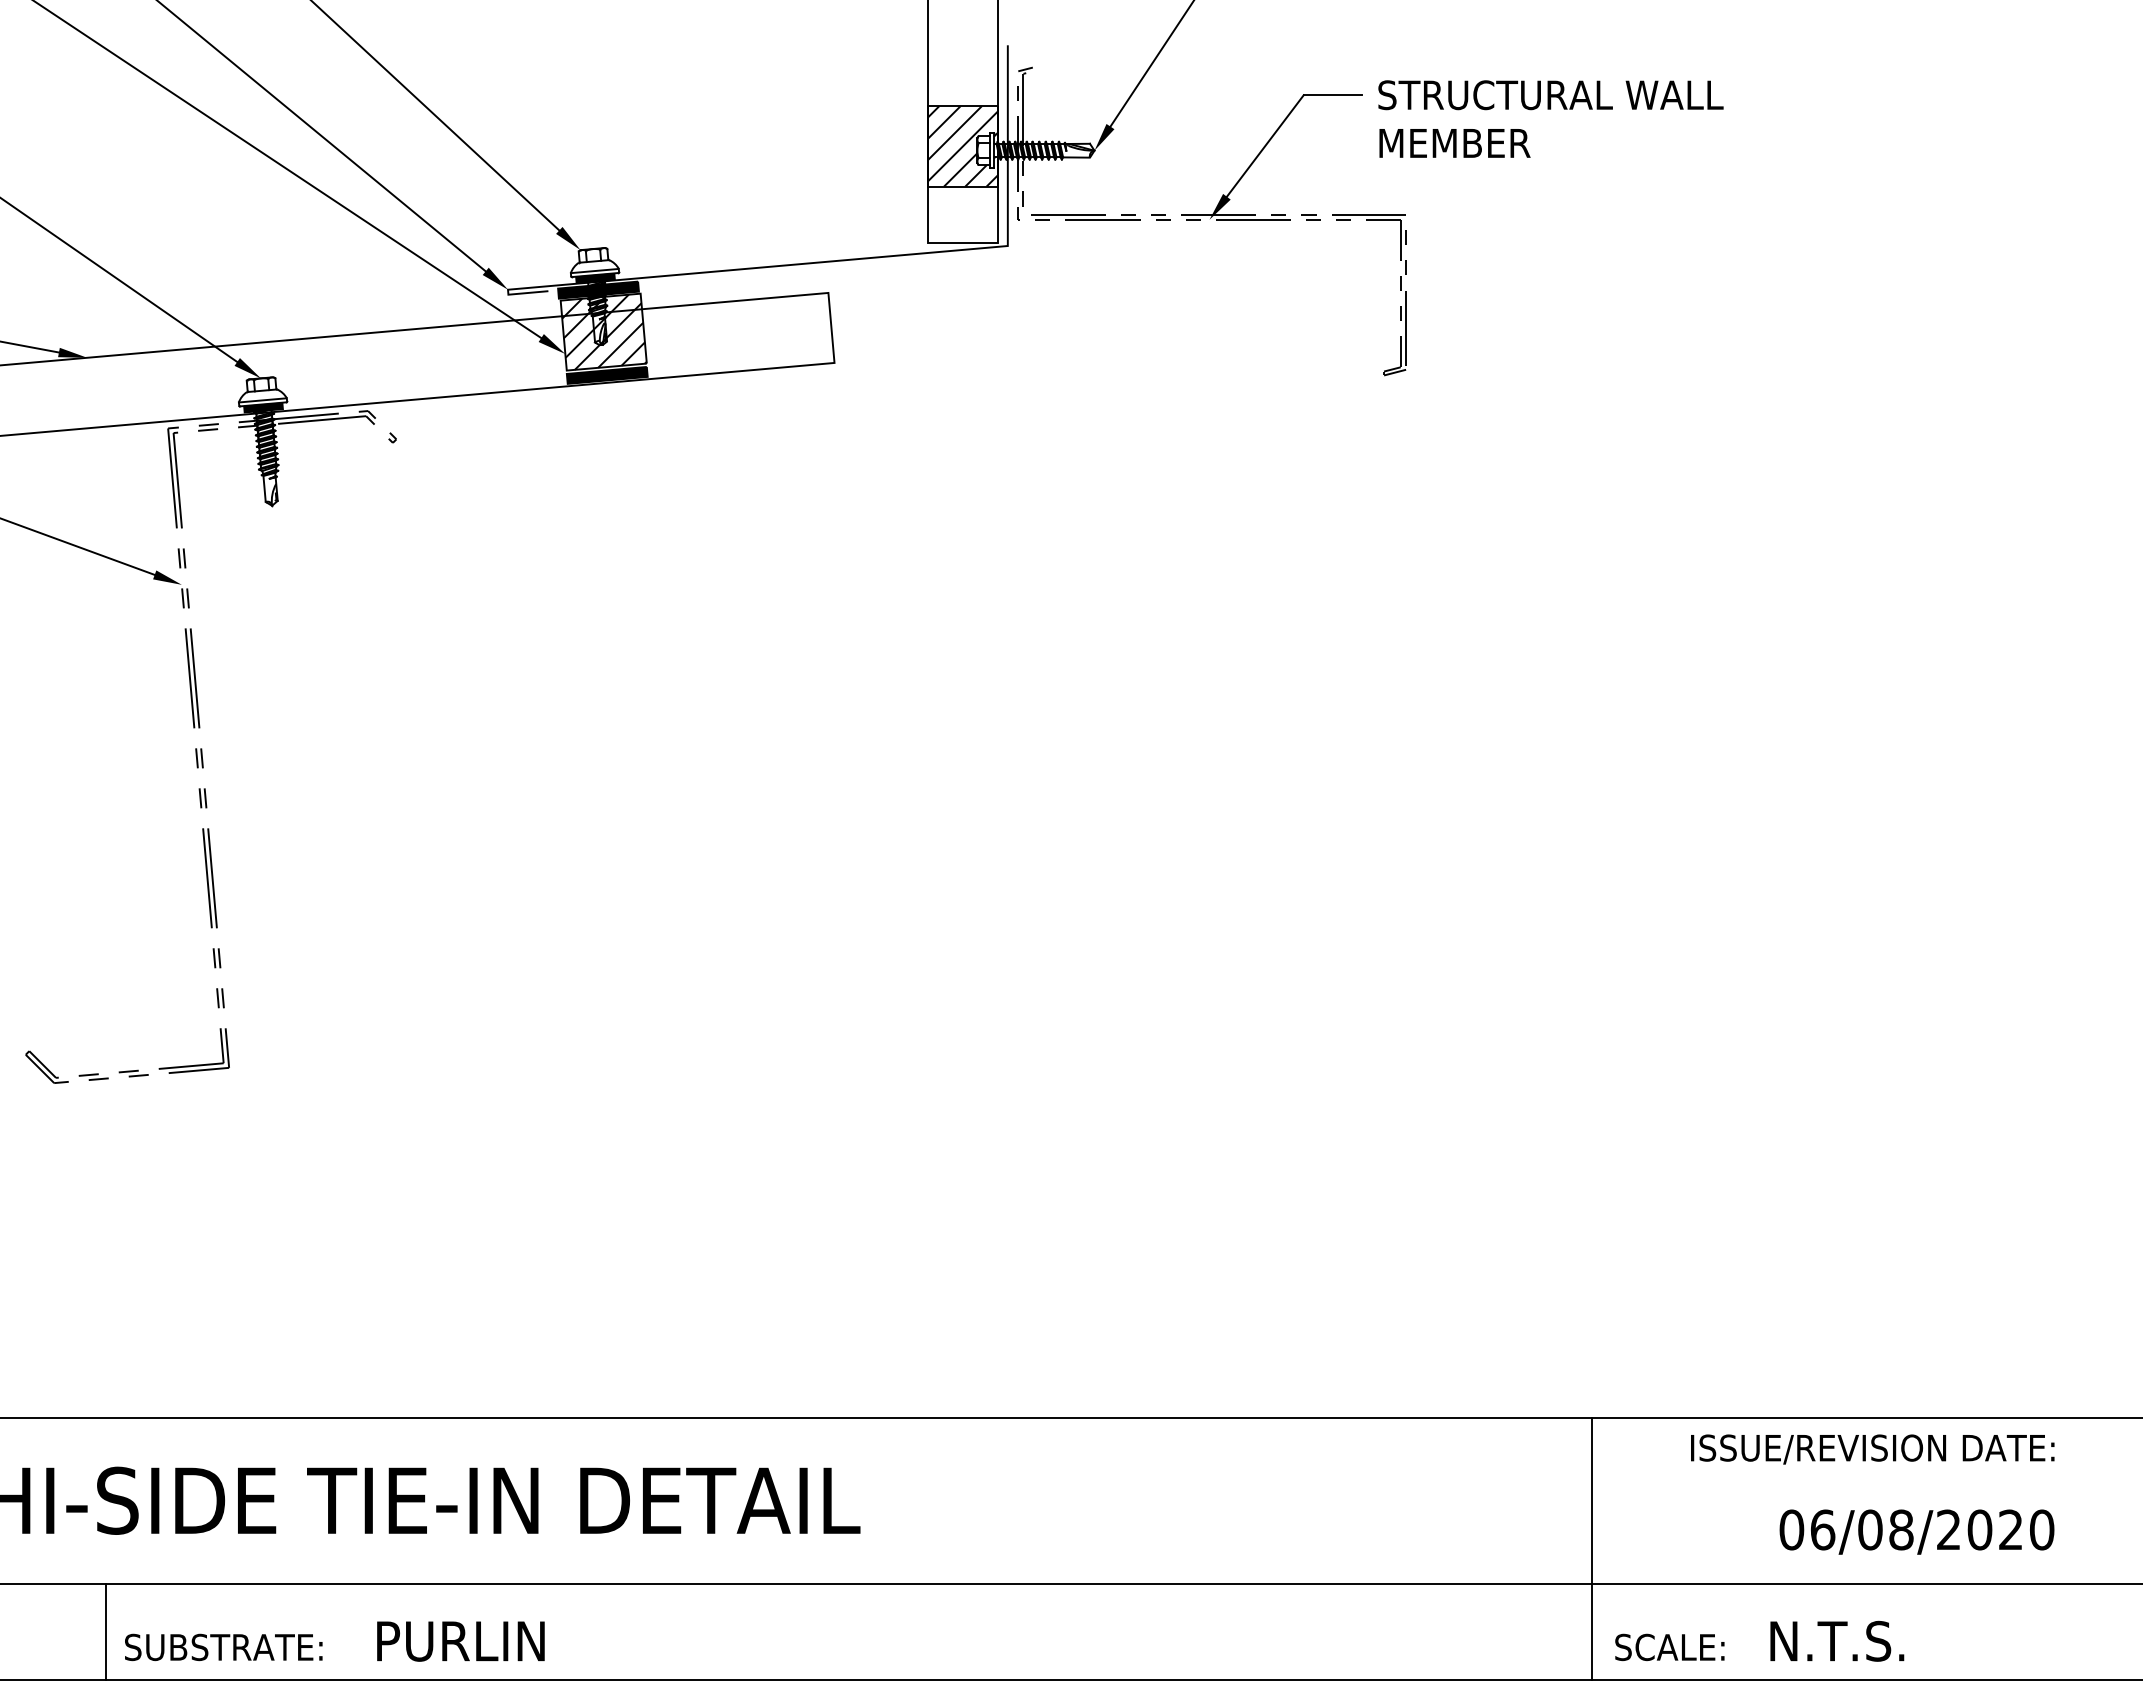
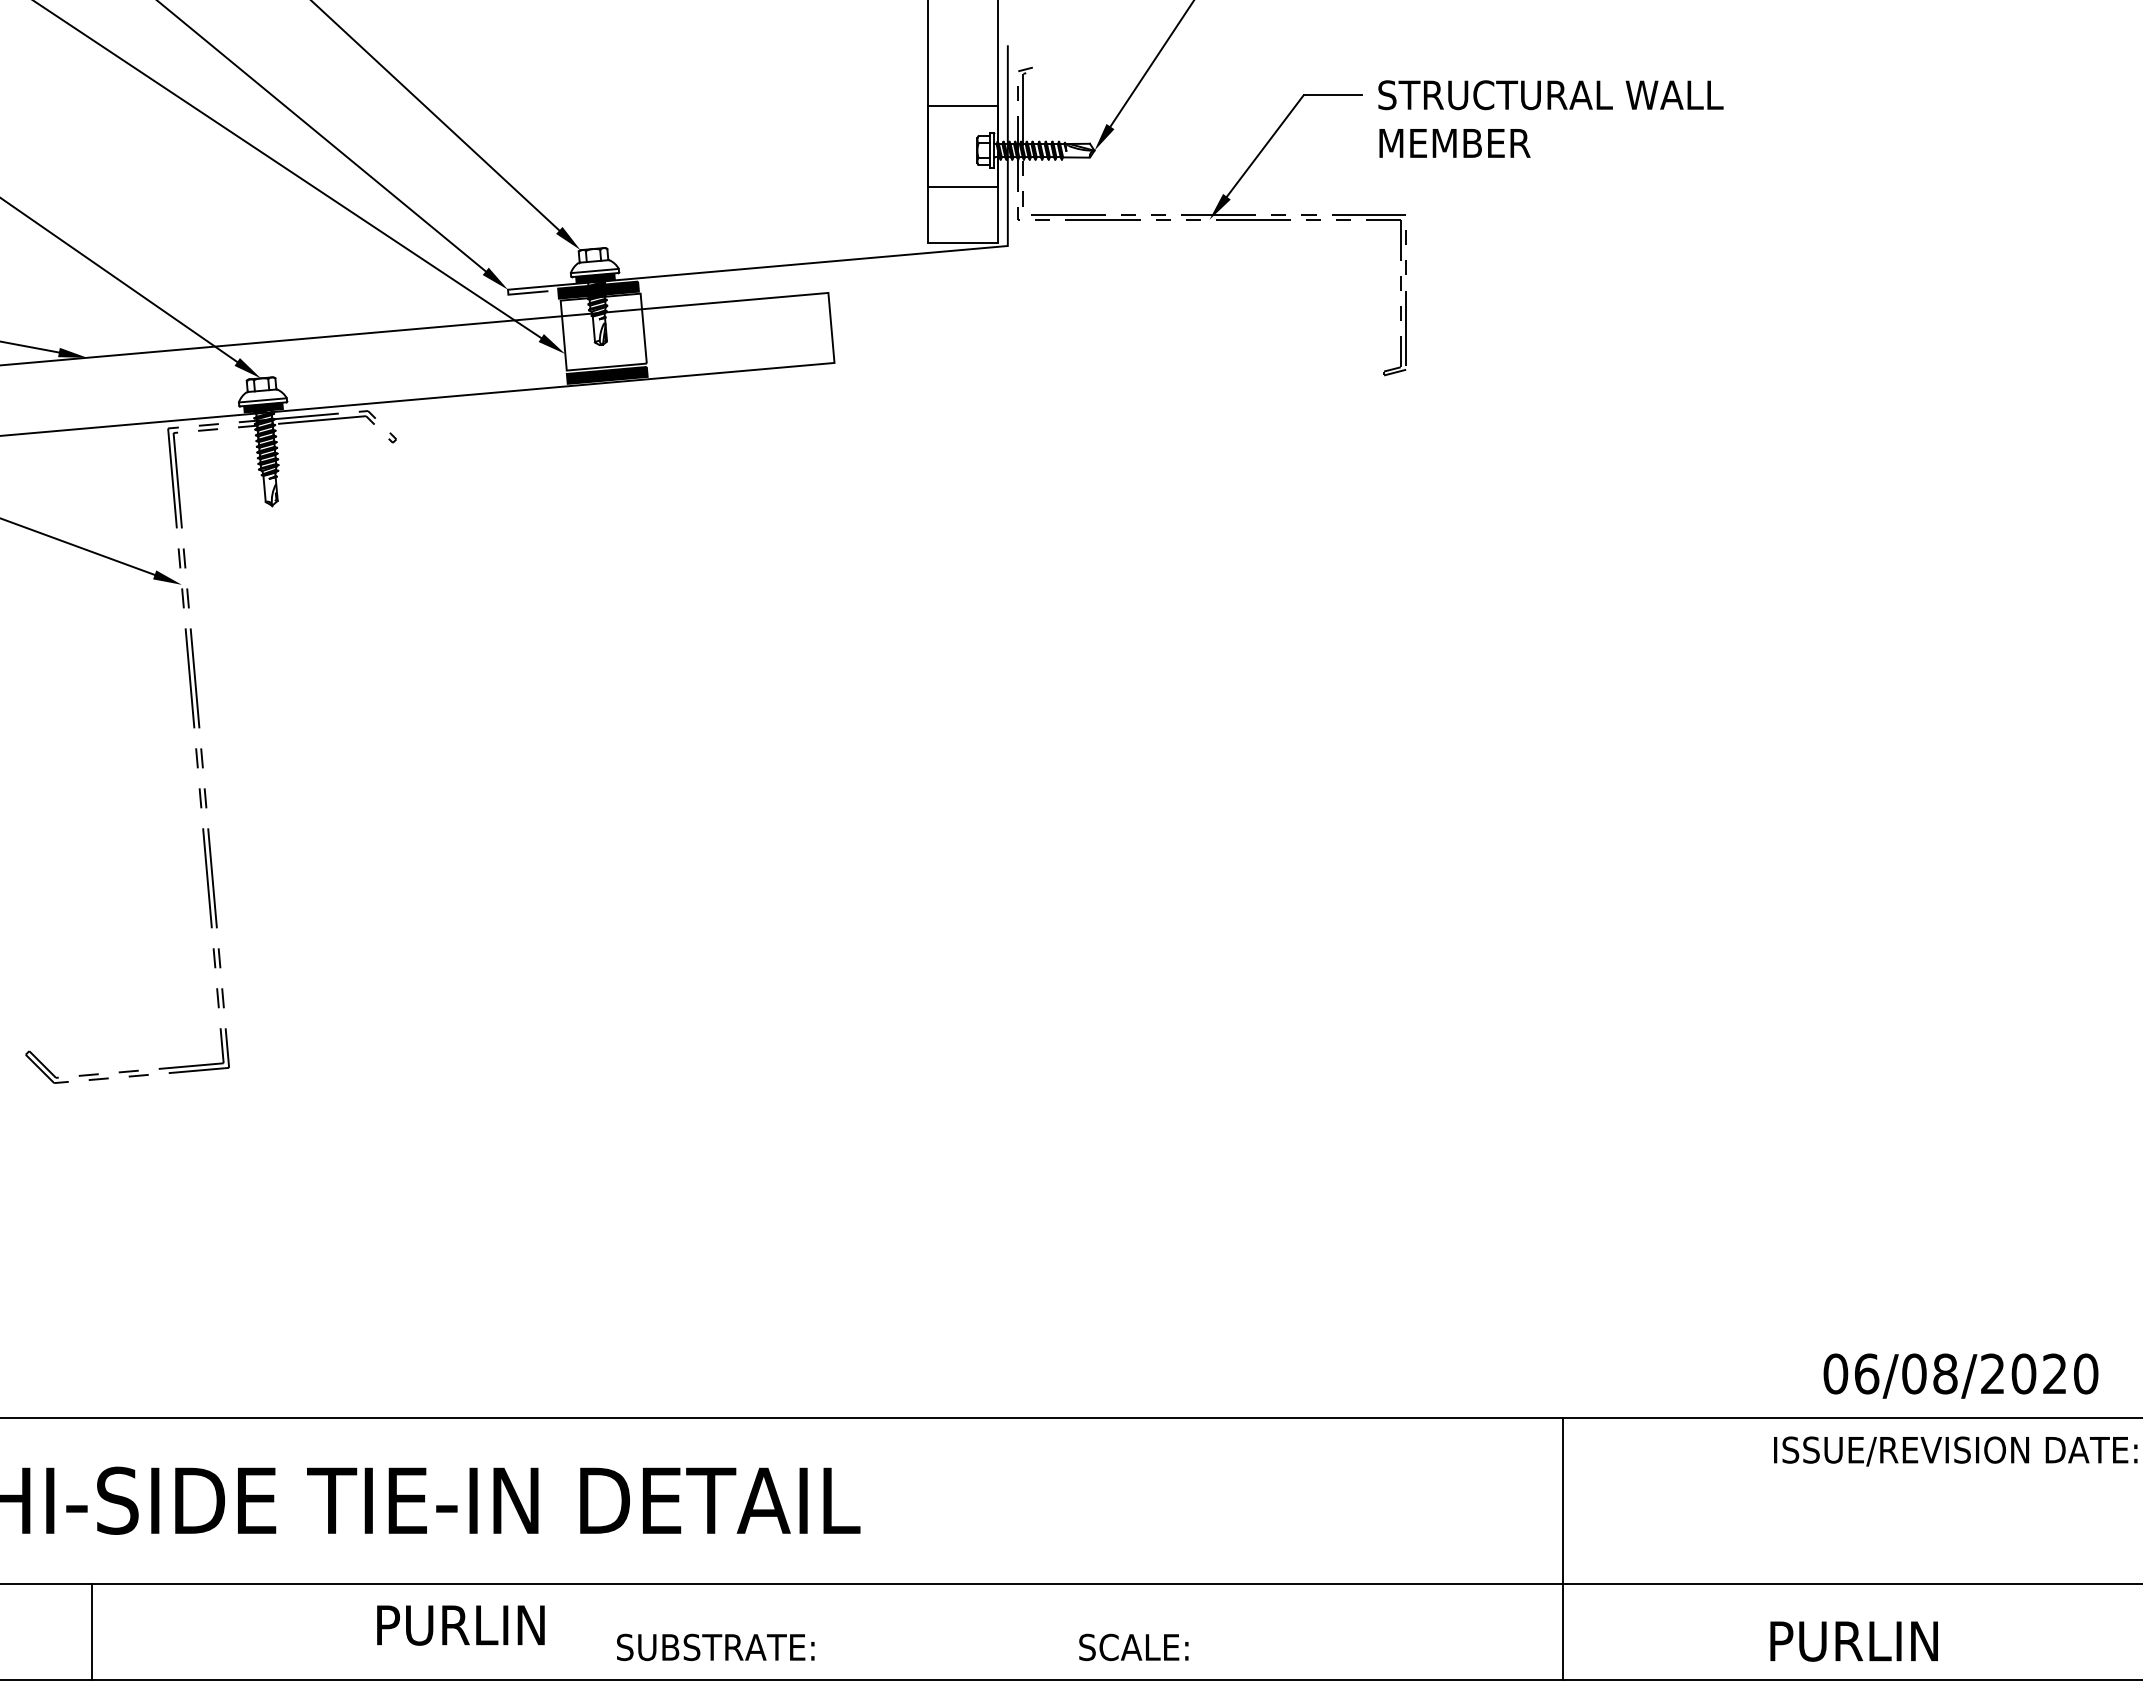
hatch at (962, 146): present -> none
hatch at (604, 331): present -> none
text at (1872, 1449) position: (1872, 1449) -> (1955, 1451)
text at (1916, 1531) position: (1916, 1531) -> (1960, 1375)
line at (1591, 1548) position: (1591, 1548) -> (1562, 1548)
line at (105, 1631) position: (105, 1631) -> (91, 1631)
text at (1856, 1640): N.T.S. -> PURLIN
text at (460, 1641) position: (460, 1641) -> (460, 1625)
text at (223, 1647) position: (223, 1647) -> (715, 1647)
text at (1669, 1647) position: (1669, 1647) -> (1133, 1647)
